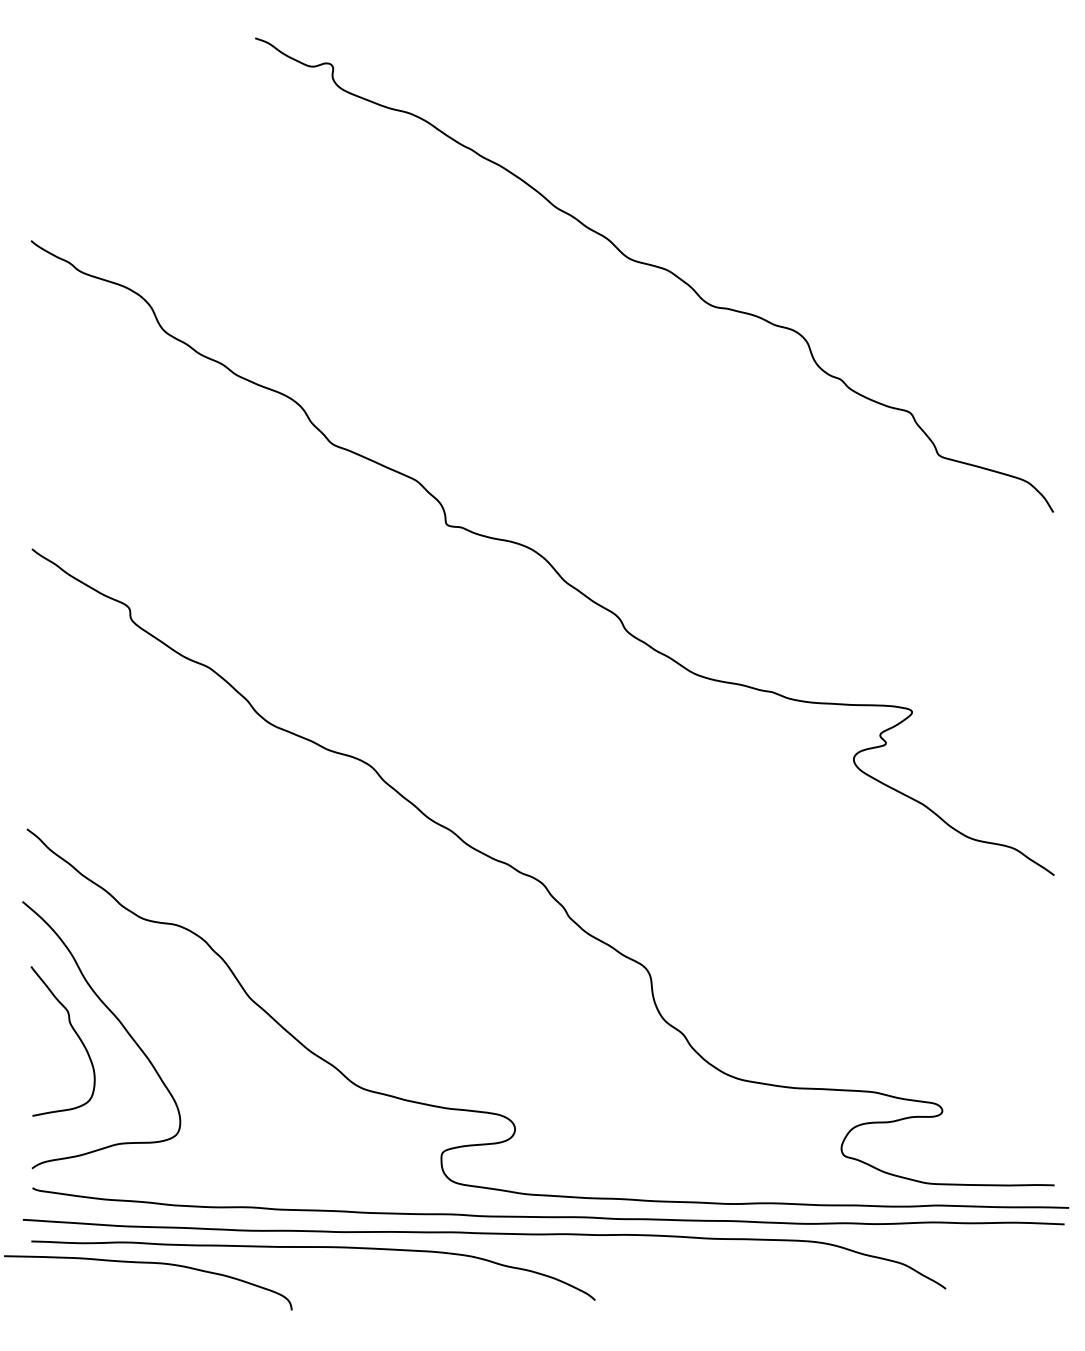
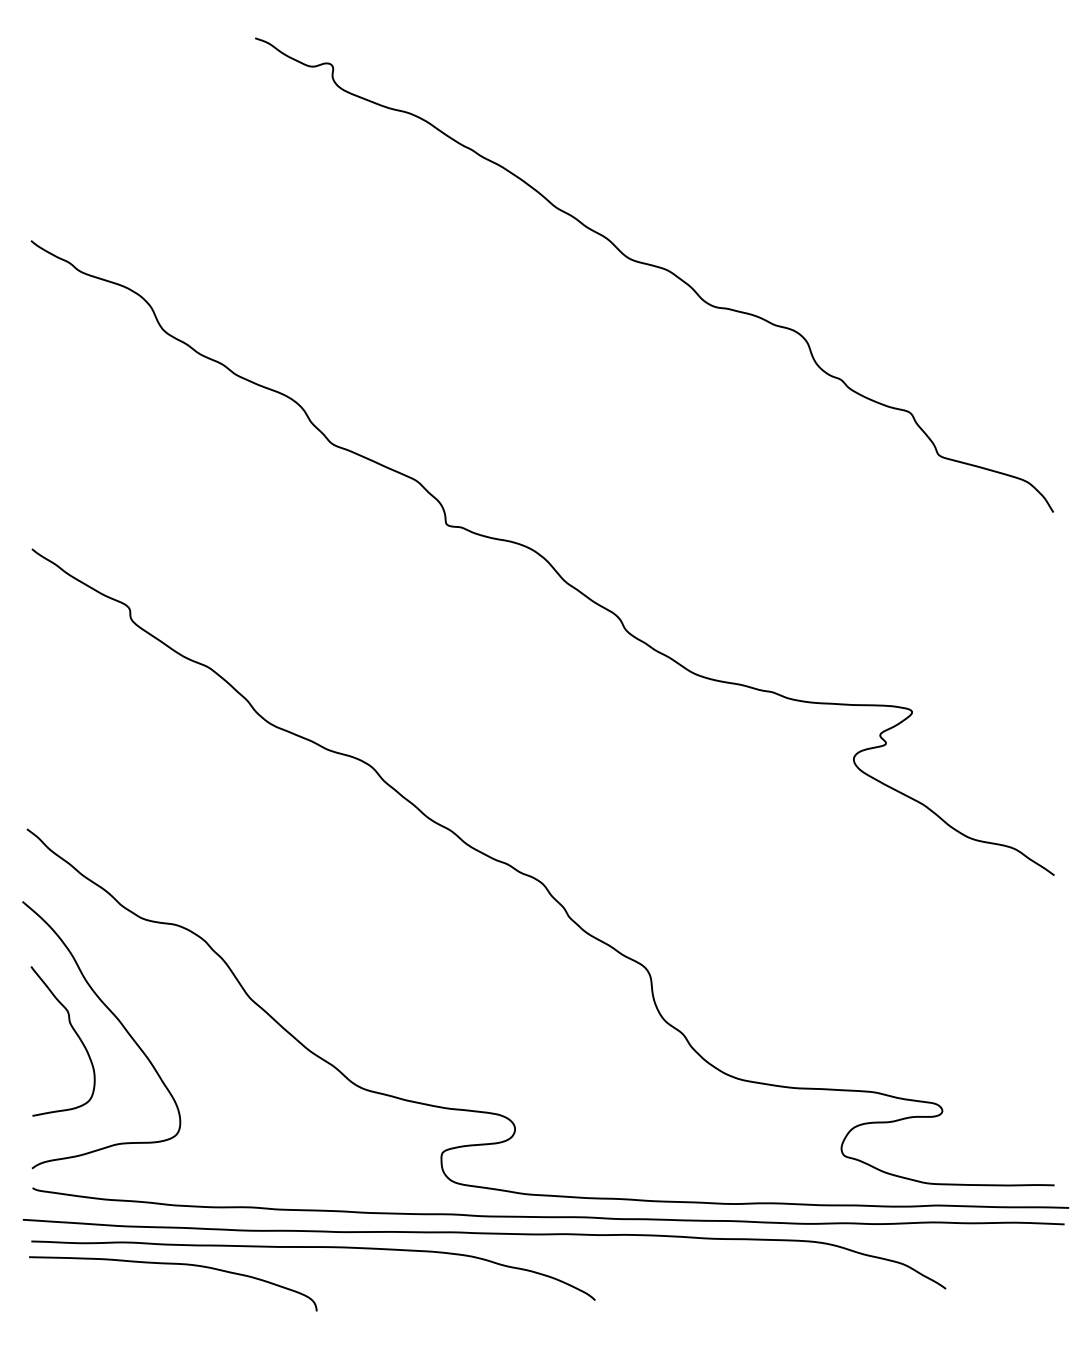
curve at (148, 1263) position: (148, 1263) -> (173, 1264)
